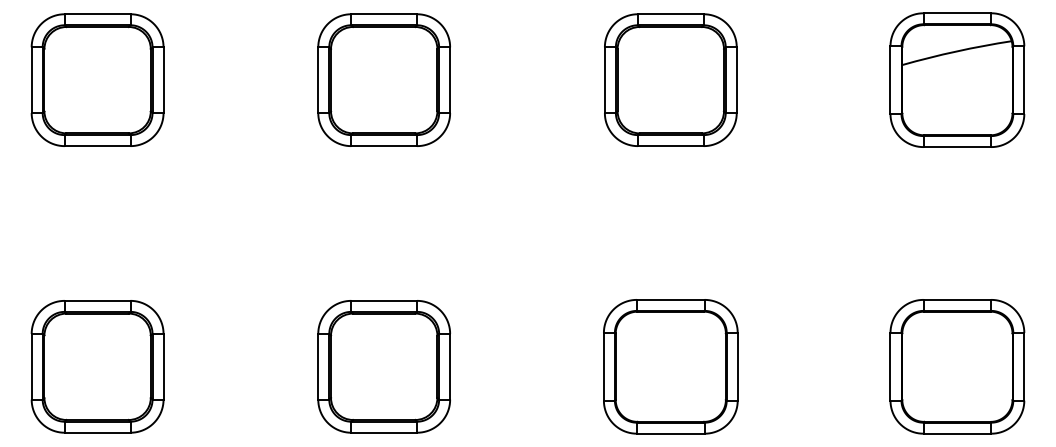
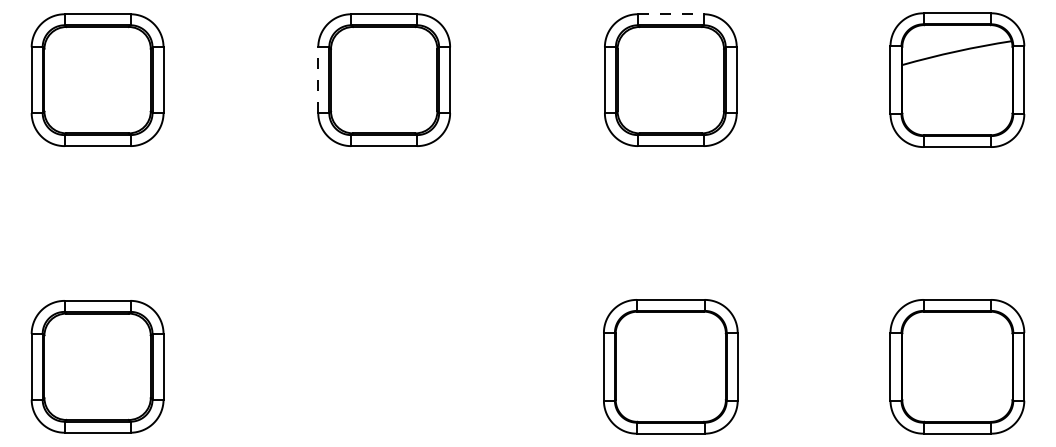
line at (670, 14): solid -> dashed
line at (318, 80): solid -> dashed
part at (383, 366): present -> none
